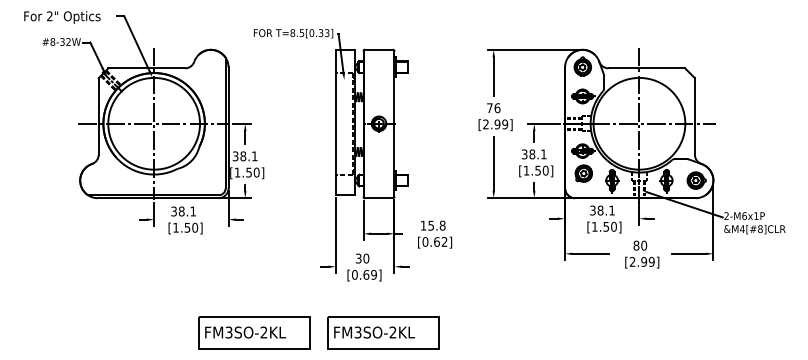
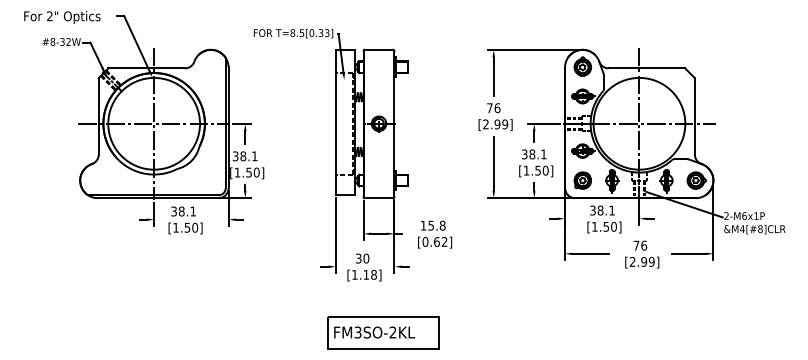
part at (583, 173) position: (583, 173) -> (582, 180)
text at (640, 245): 80 -> 76
text at (364, 274): [0.69] -> [1.18]
part at (254, 332): present -> none
